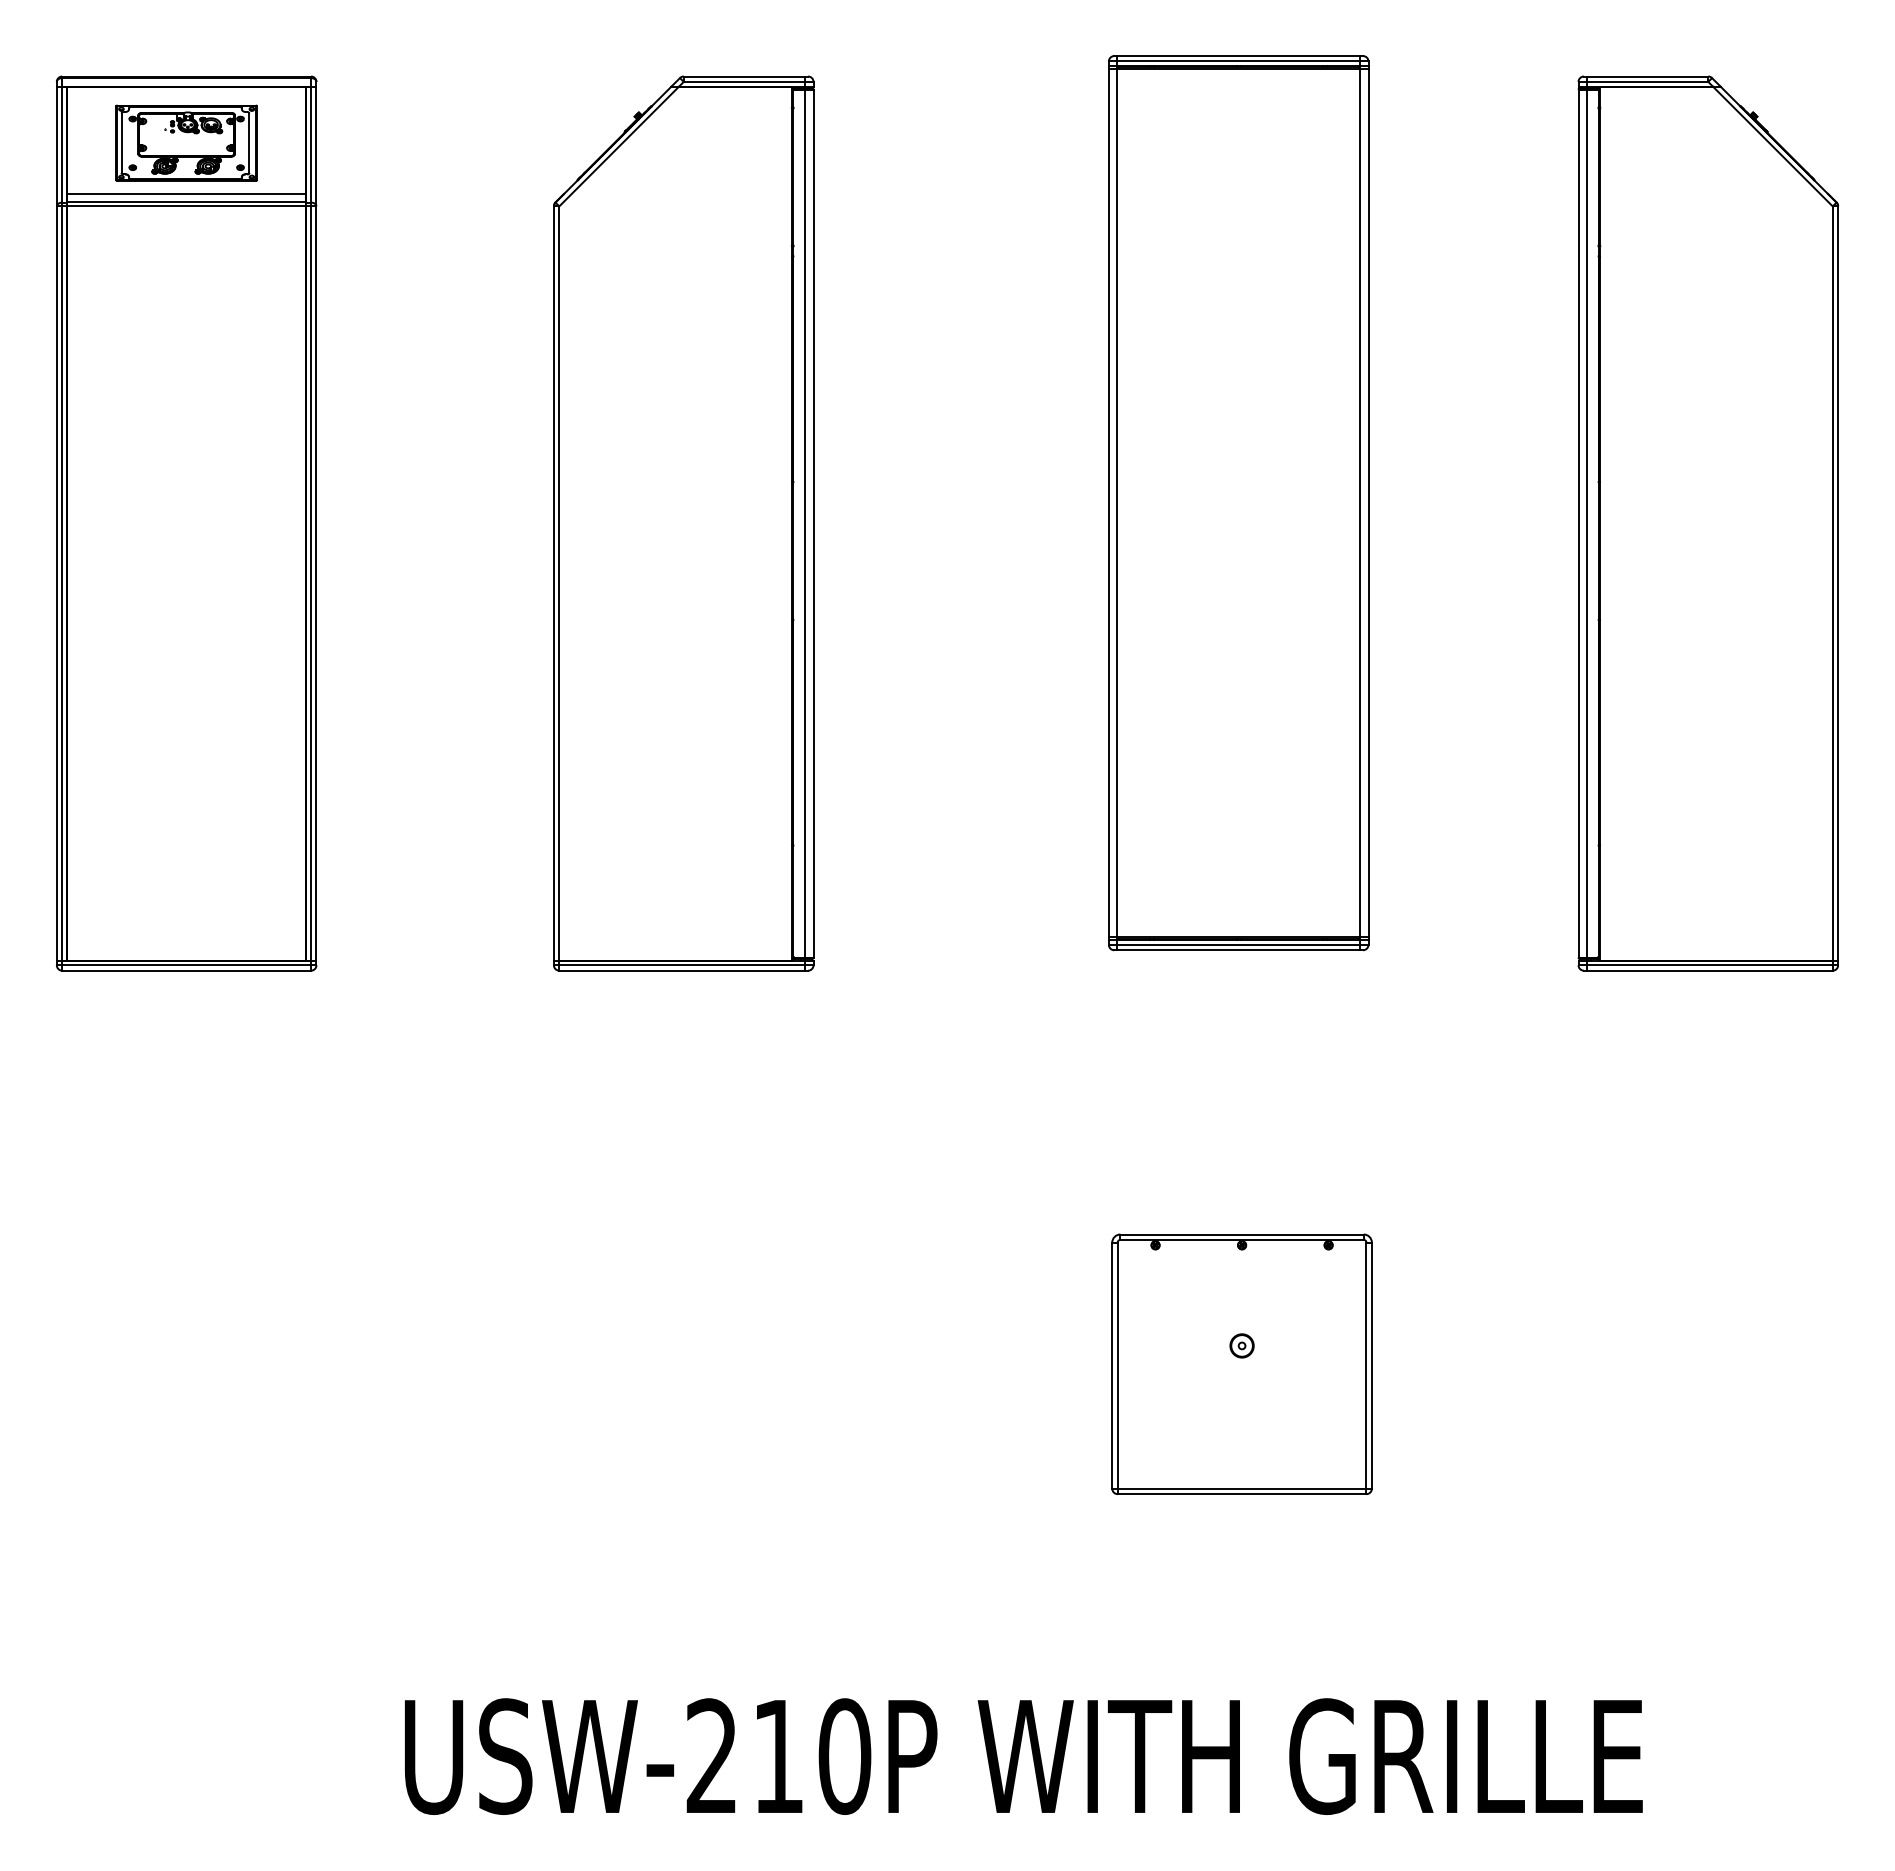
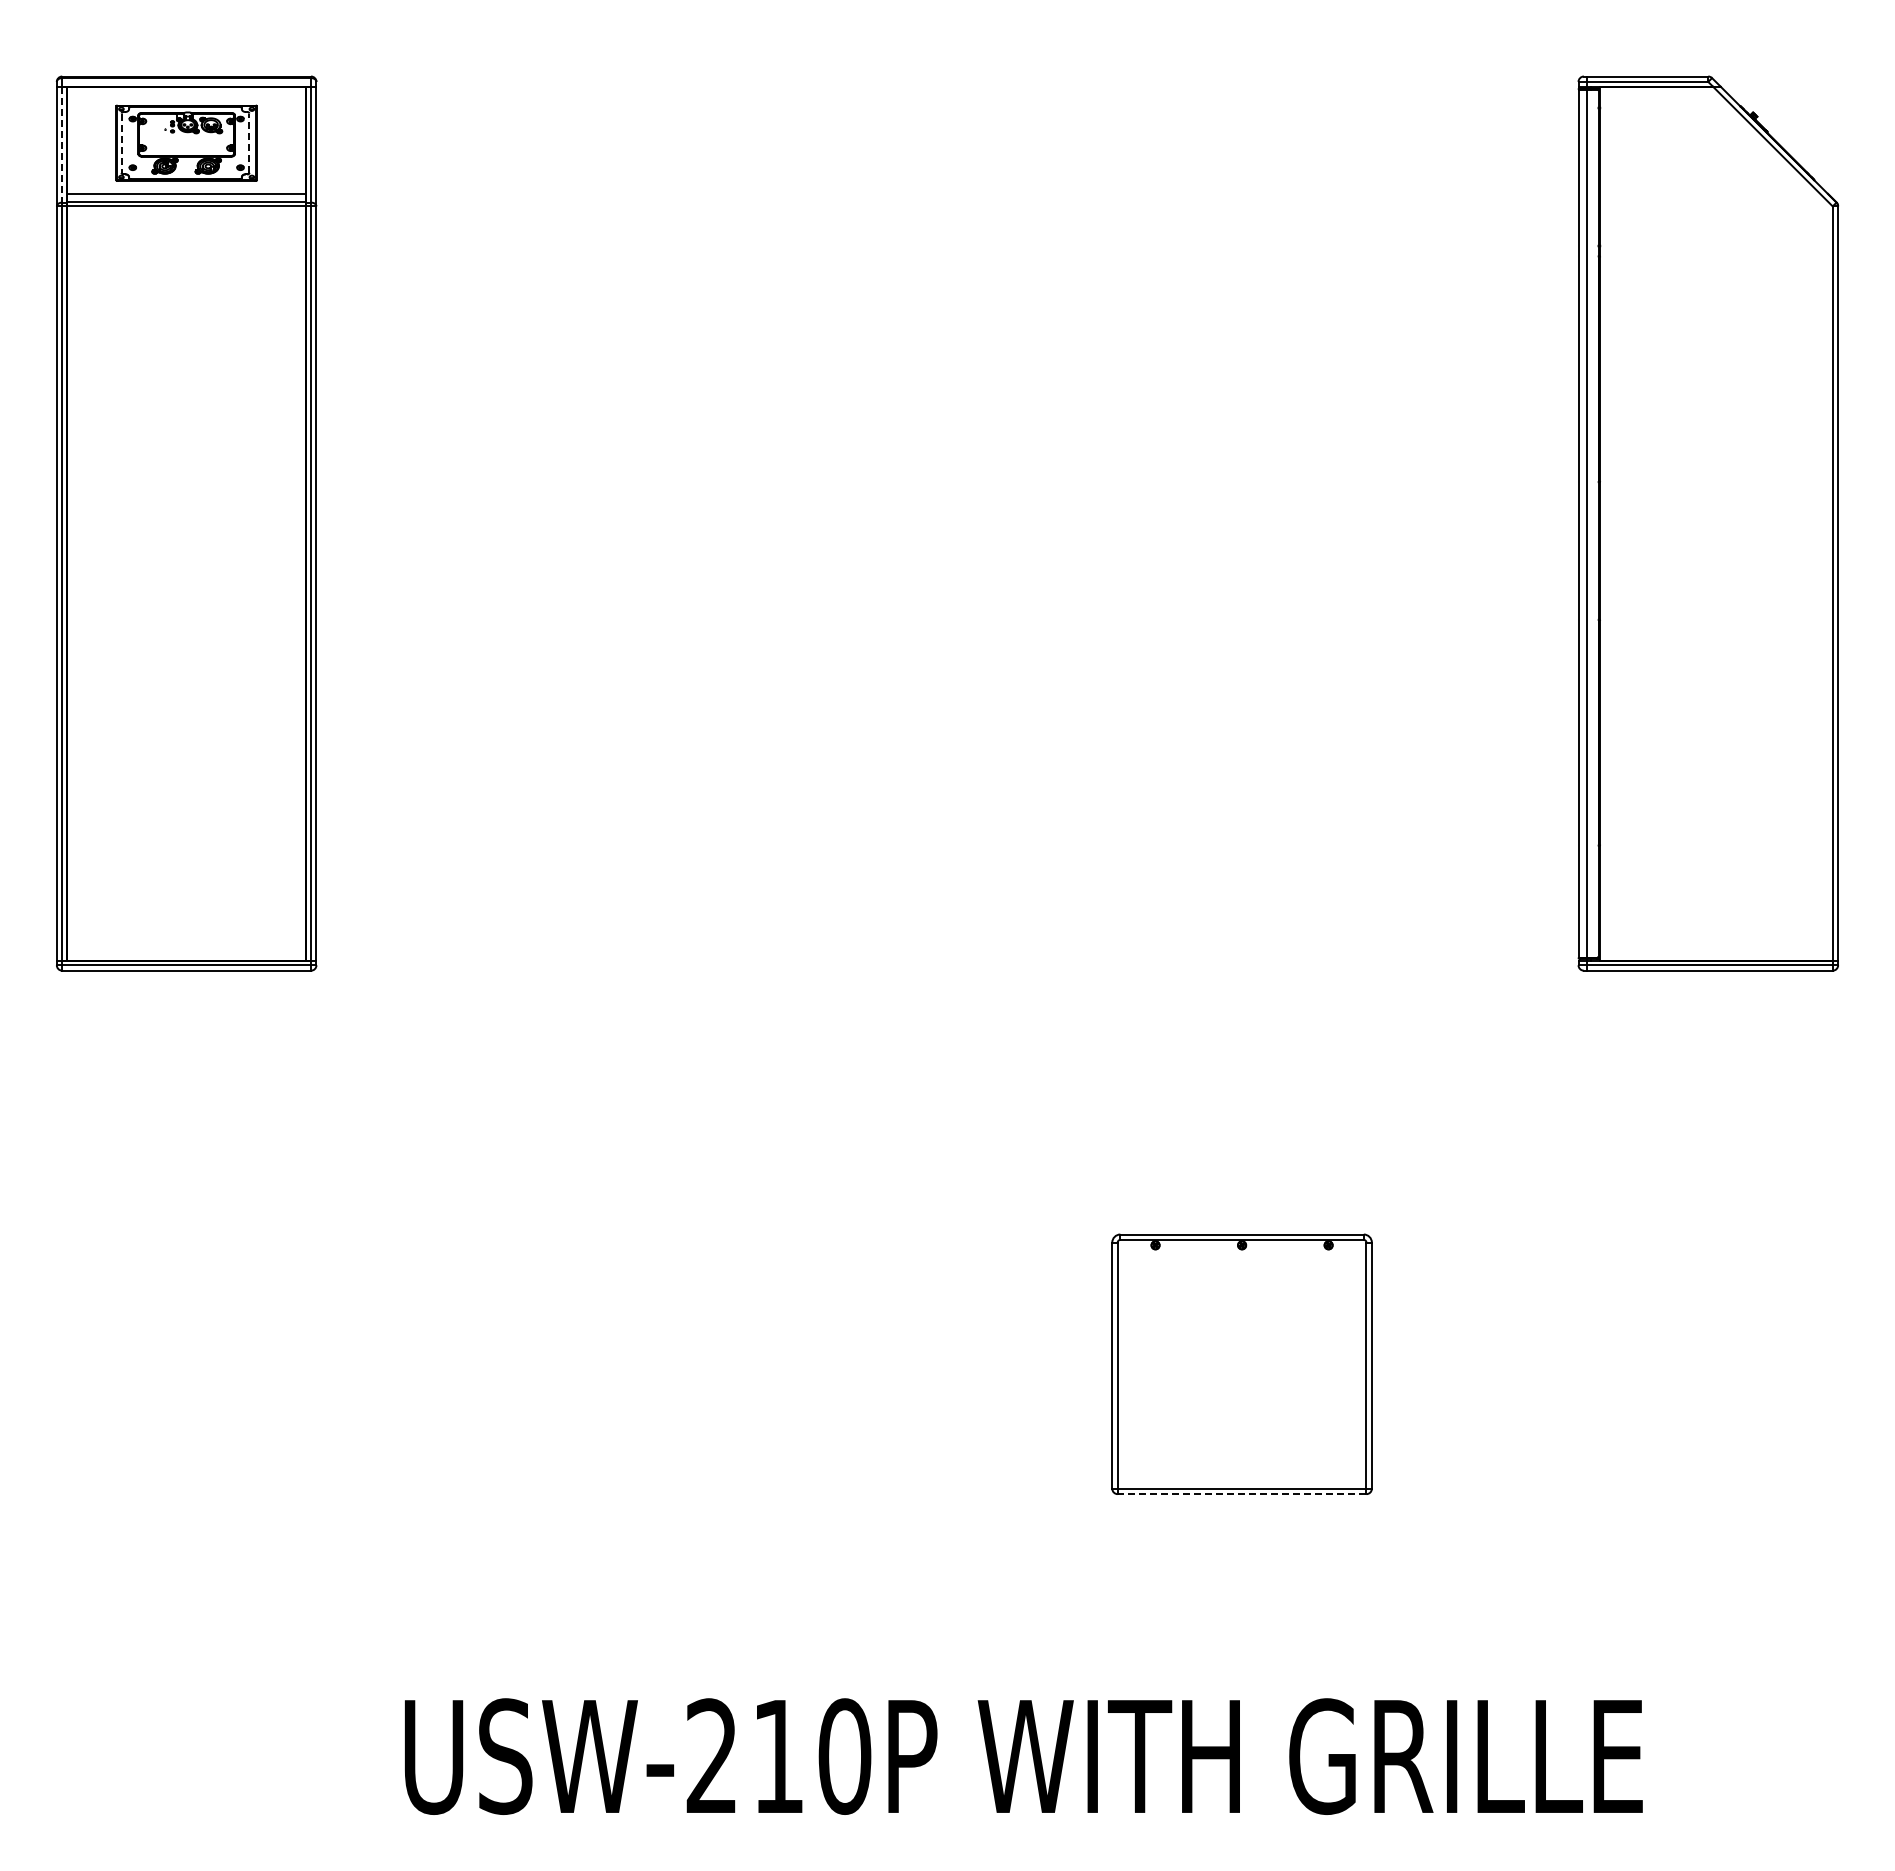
line at (121, 143): solid -> dashed
line at (249, 143): solid -> dashed
line at (62, 144): solid -> dashed
part at (1238, 503): present -> none
part at (683, 523): present -> none
part at (1241, 1345): present -> none
line at (1241, 1494): solid -> dashed
